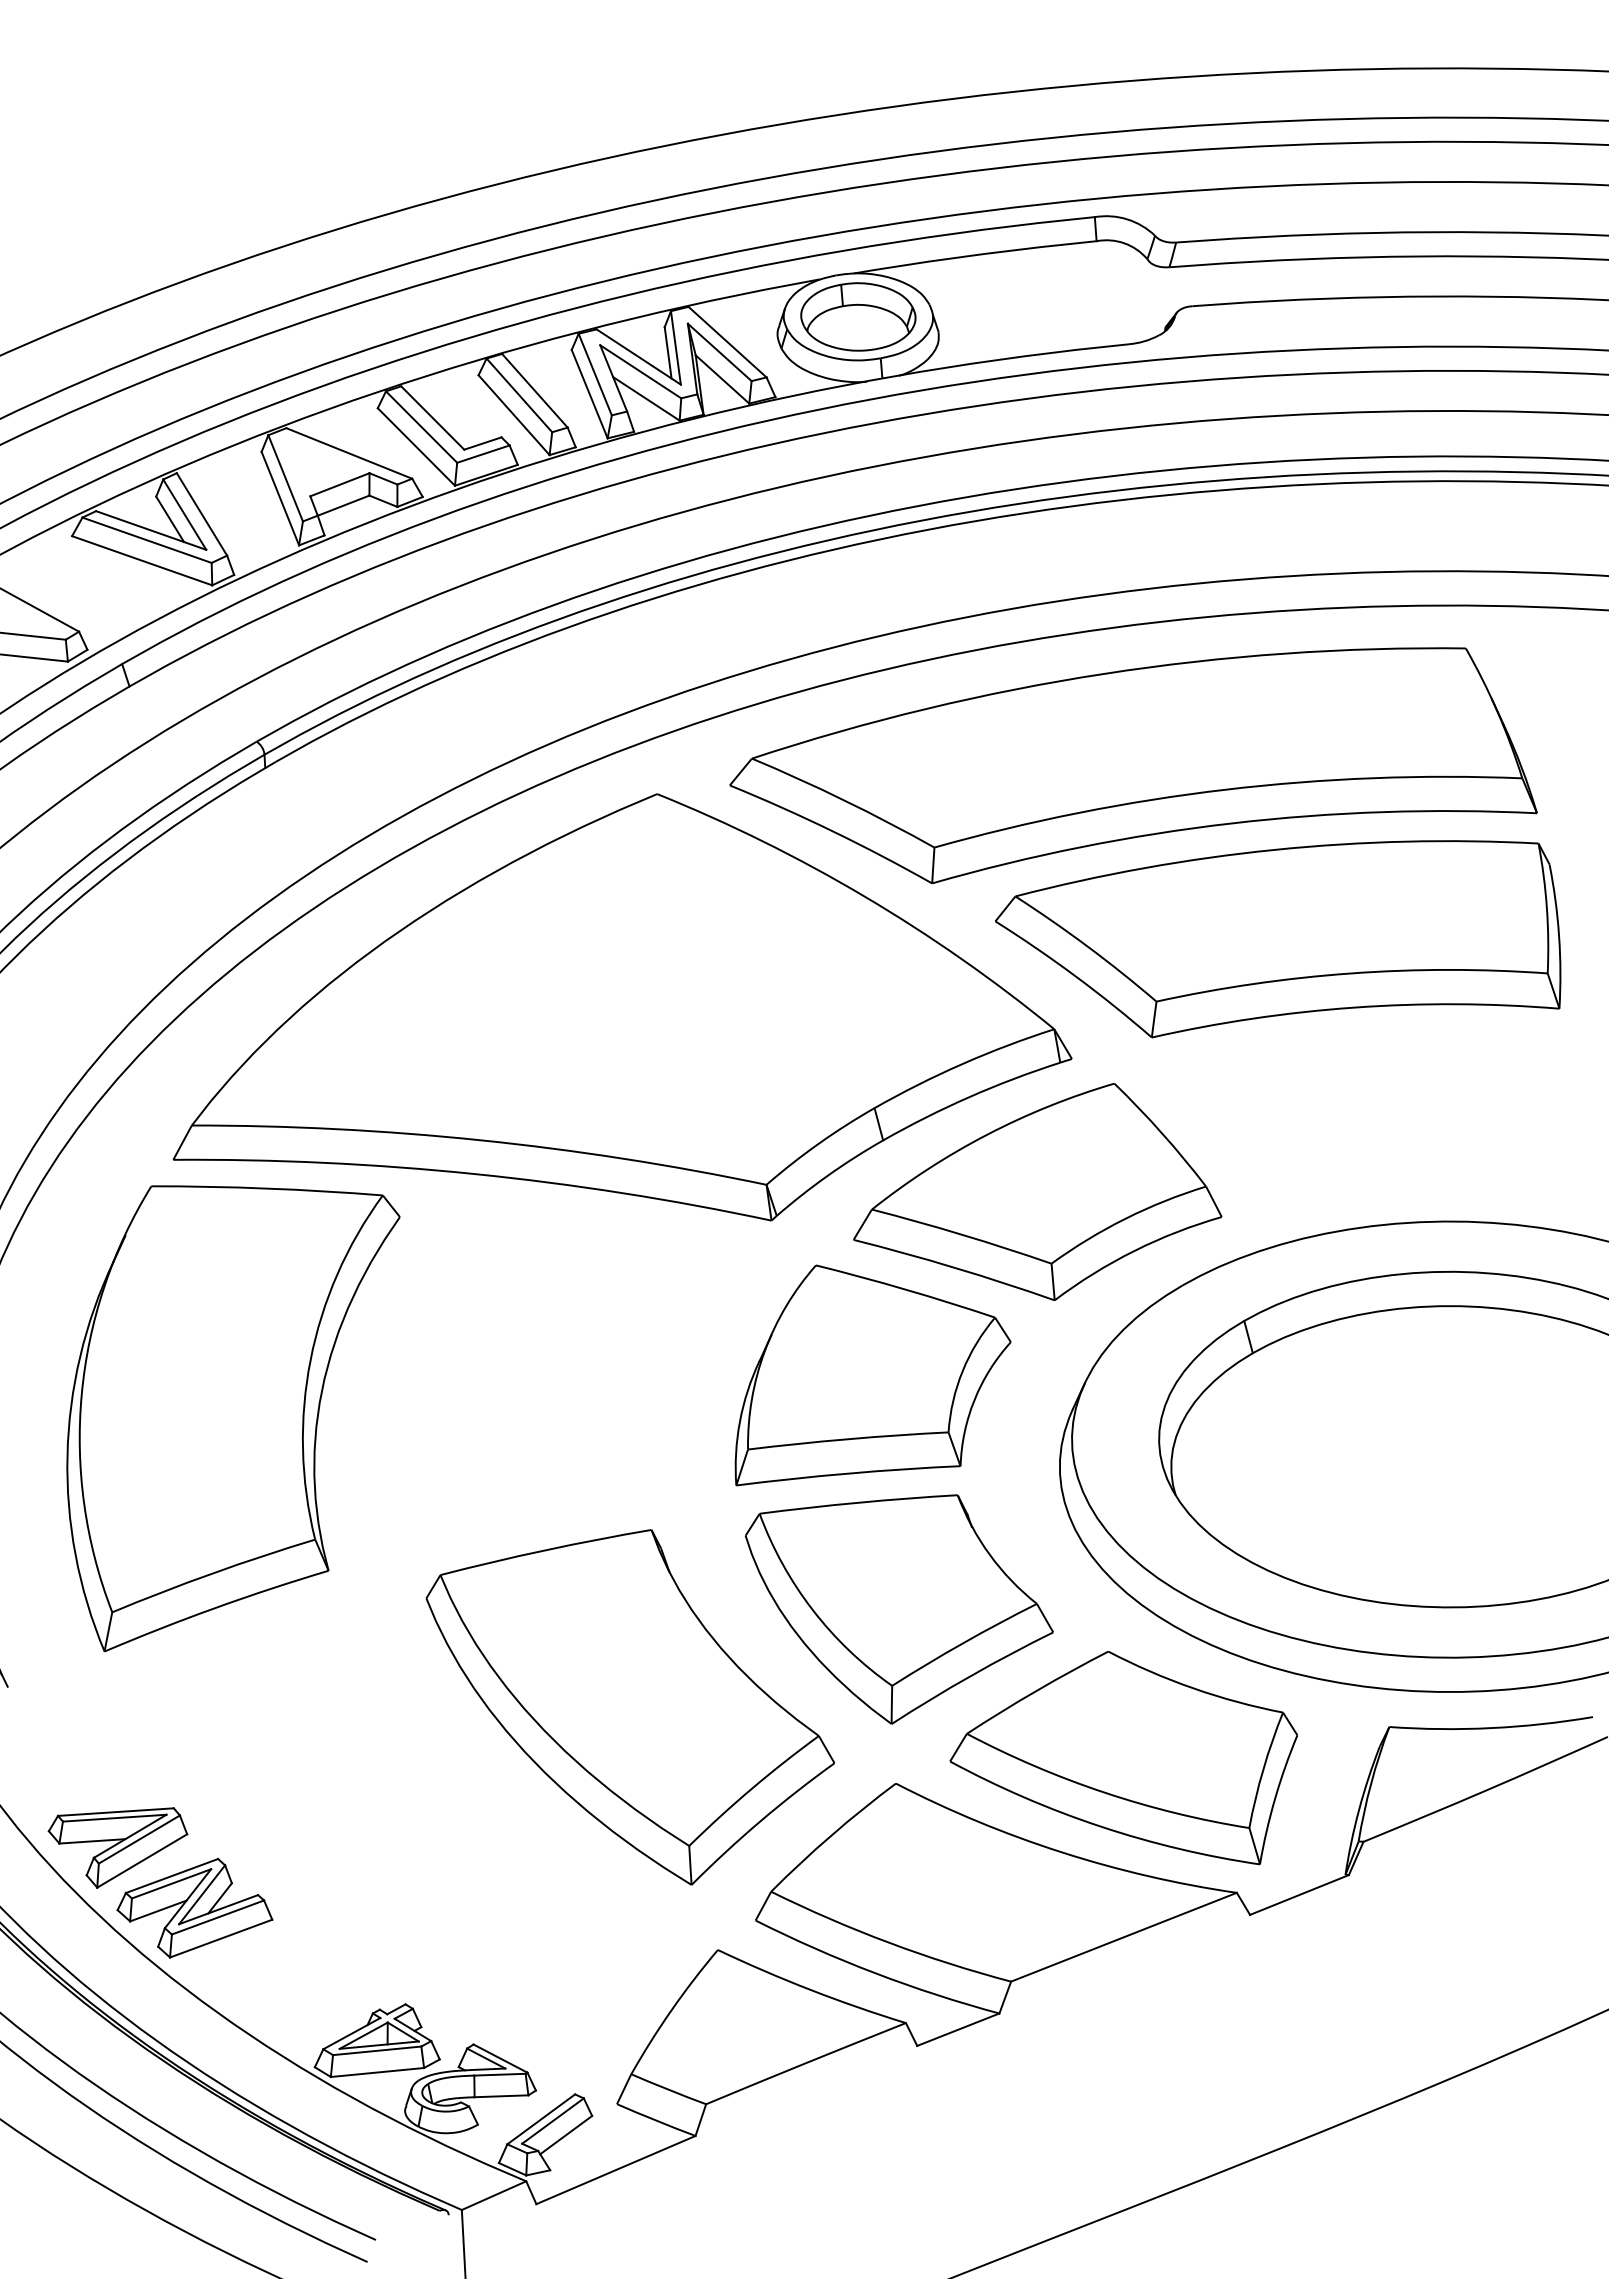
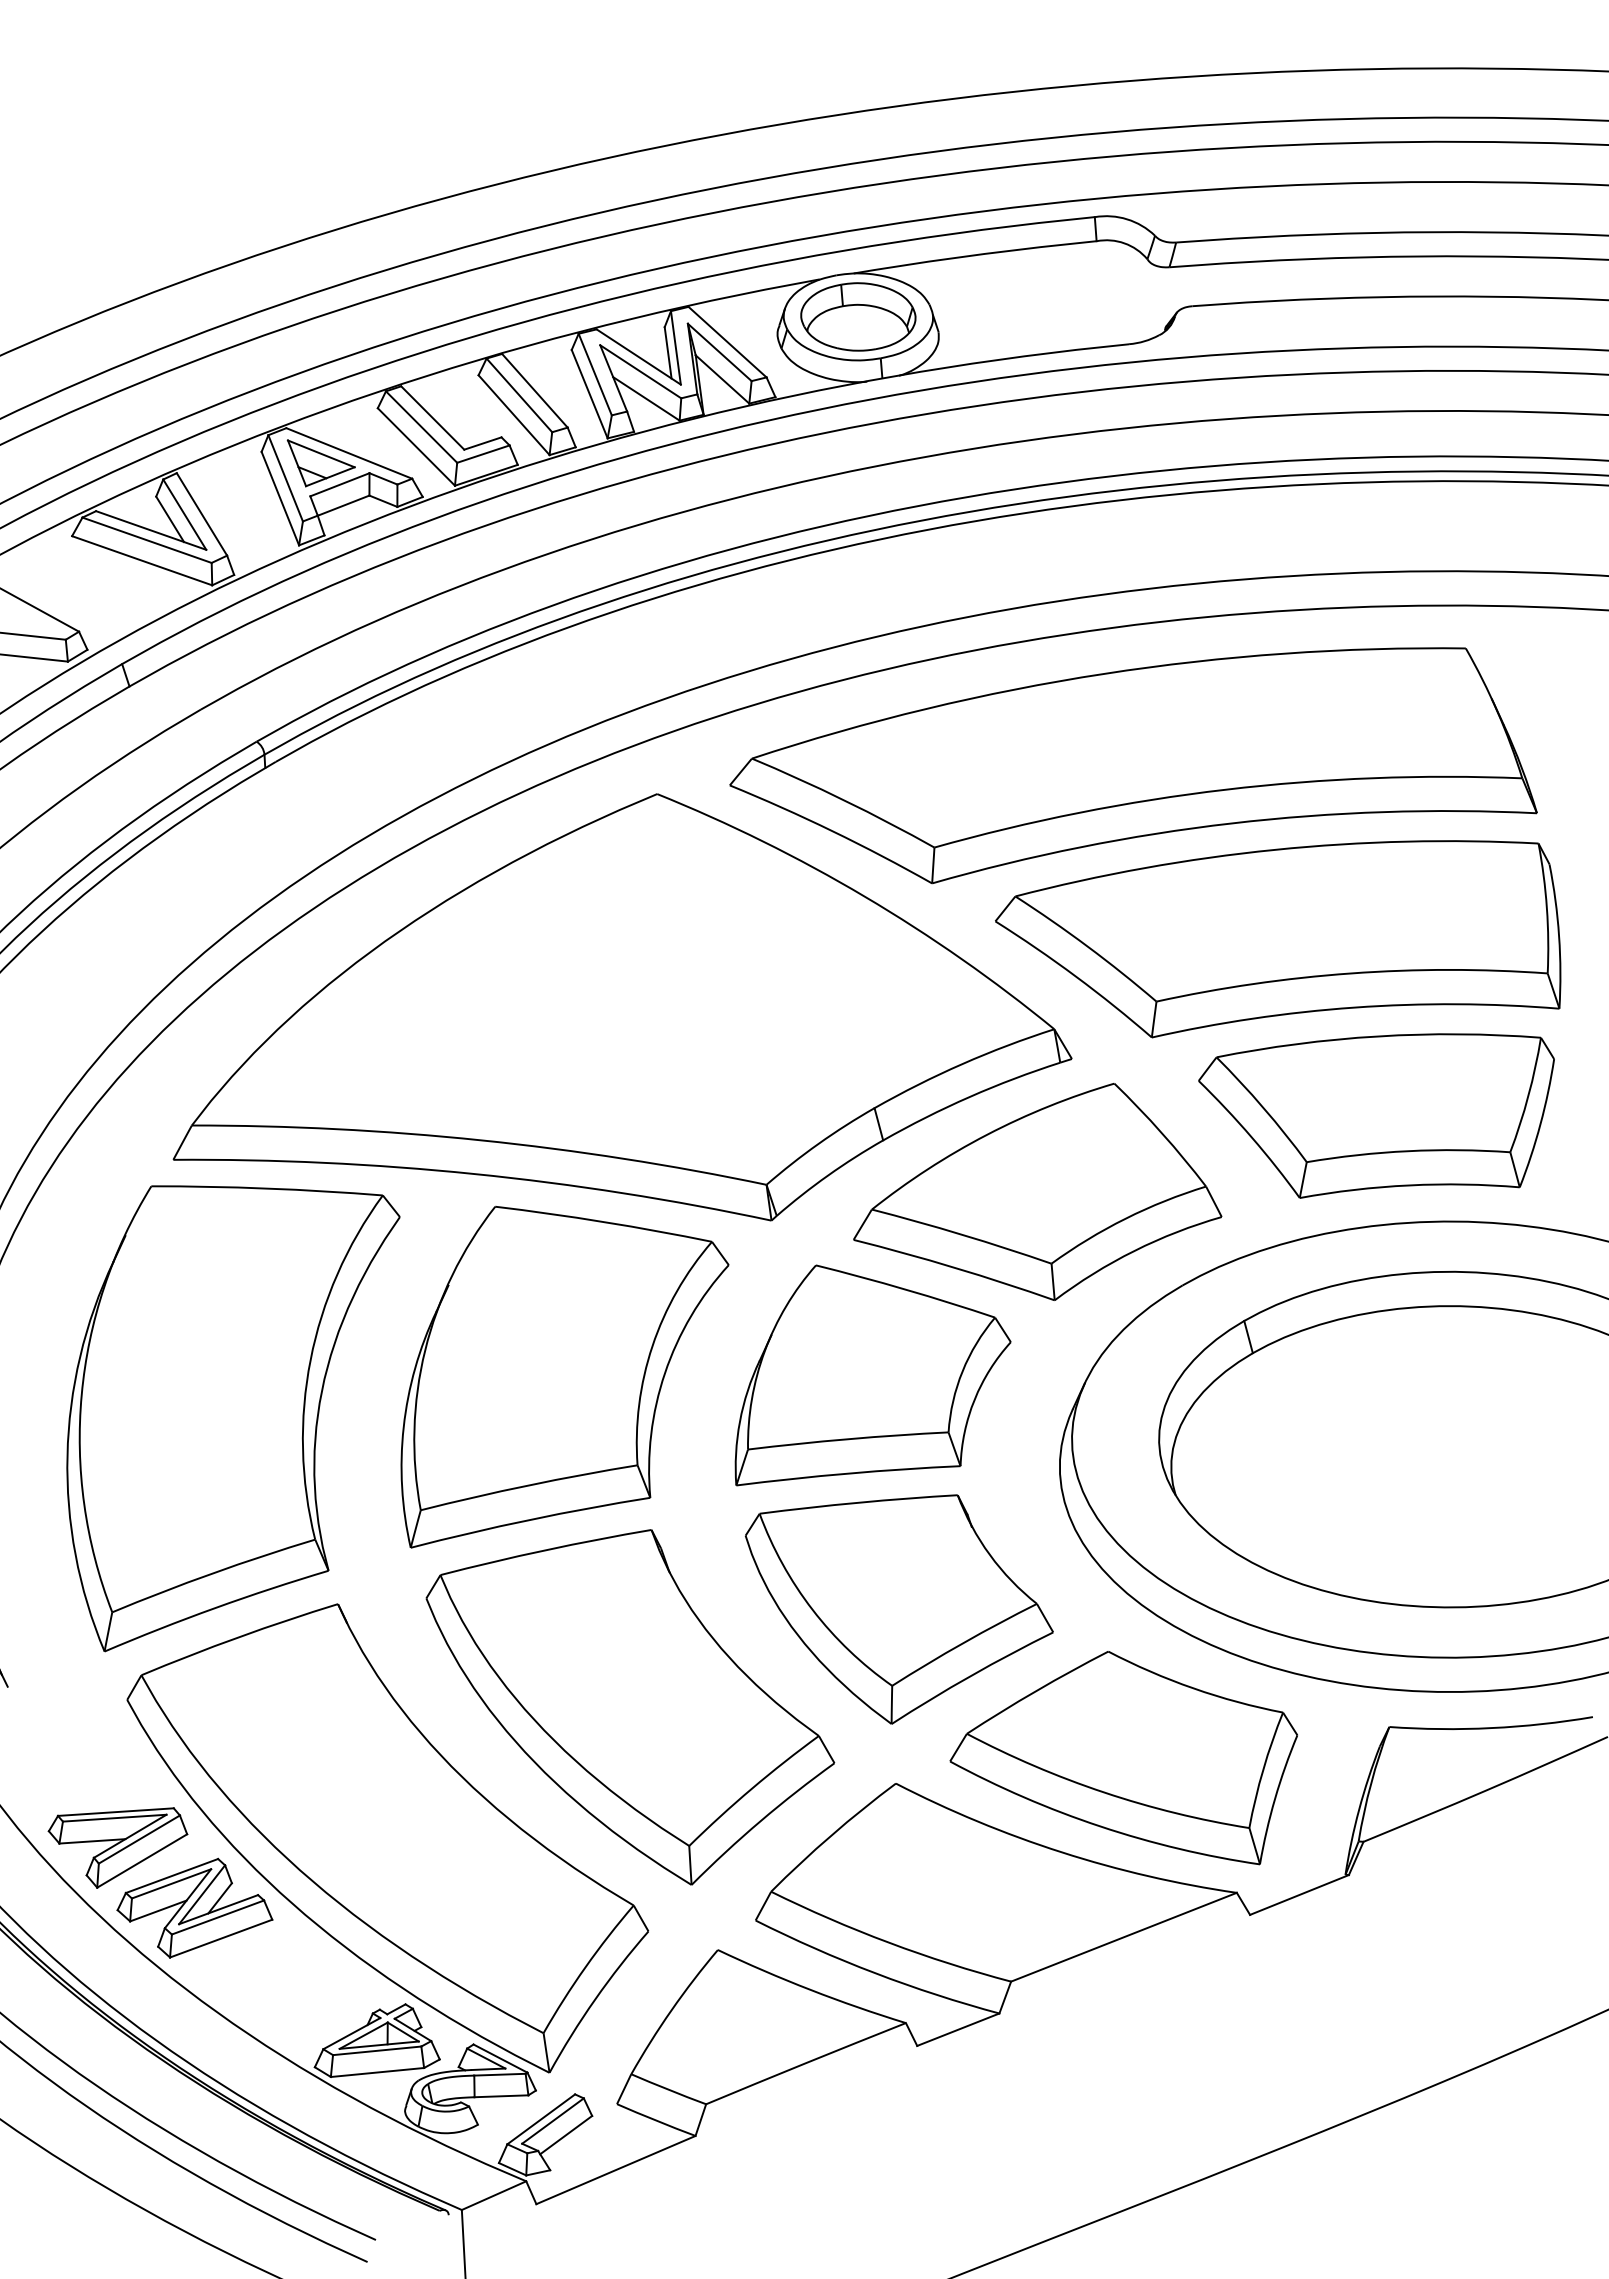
part at (320, 463): none -> present
part at (1376, 1115): none -> present
part at (564, 1376): none -> present
part at (387, 1838): none -> present
